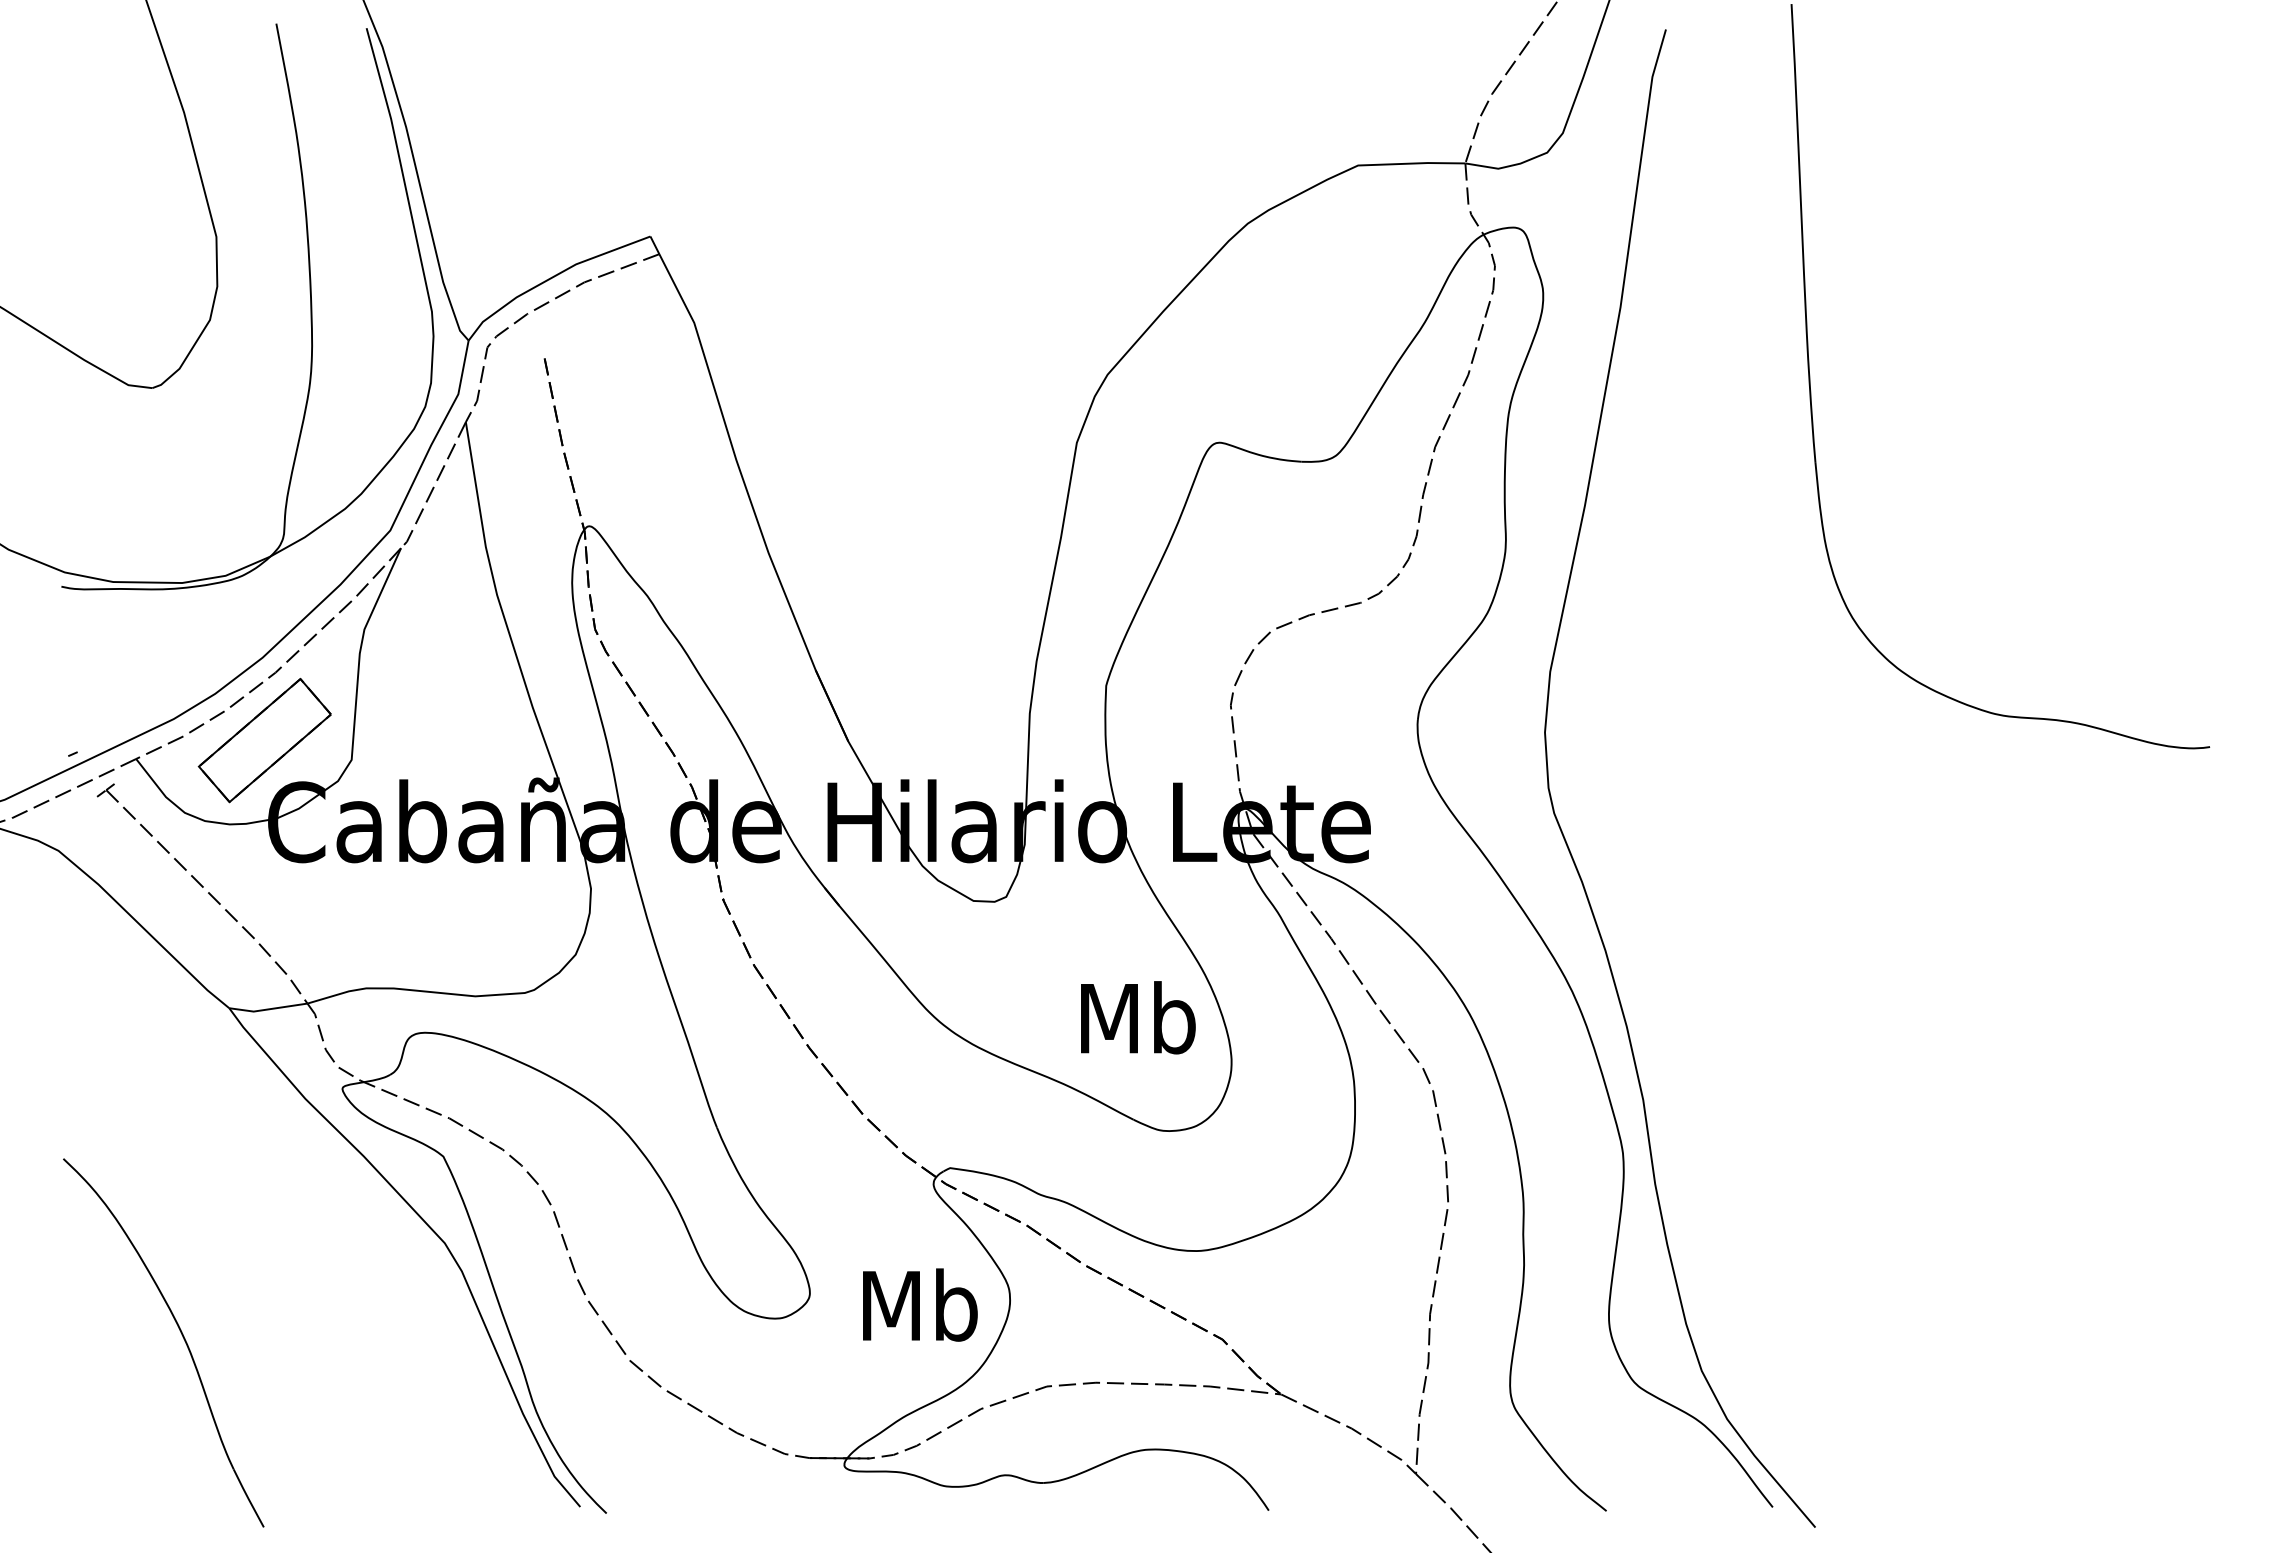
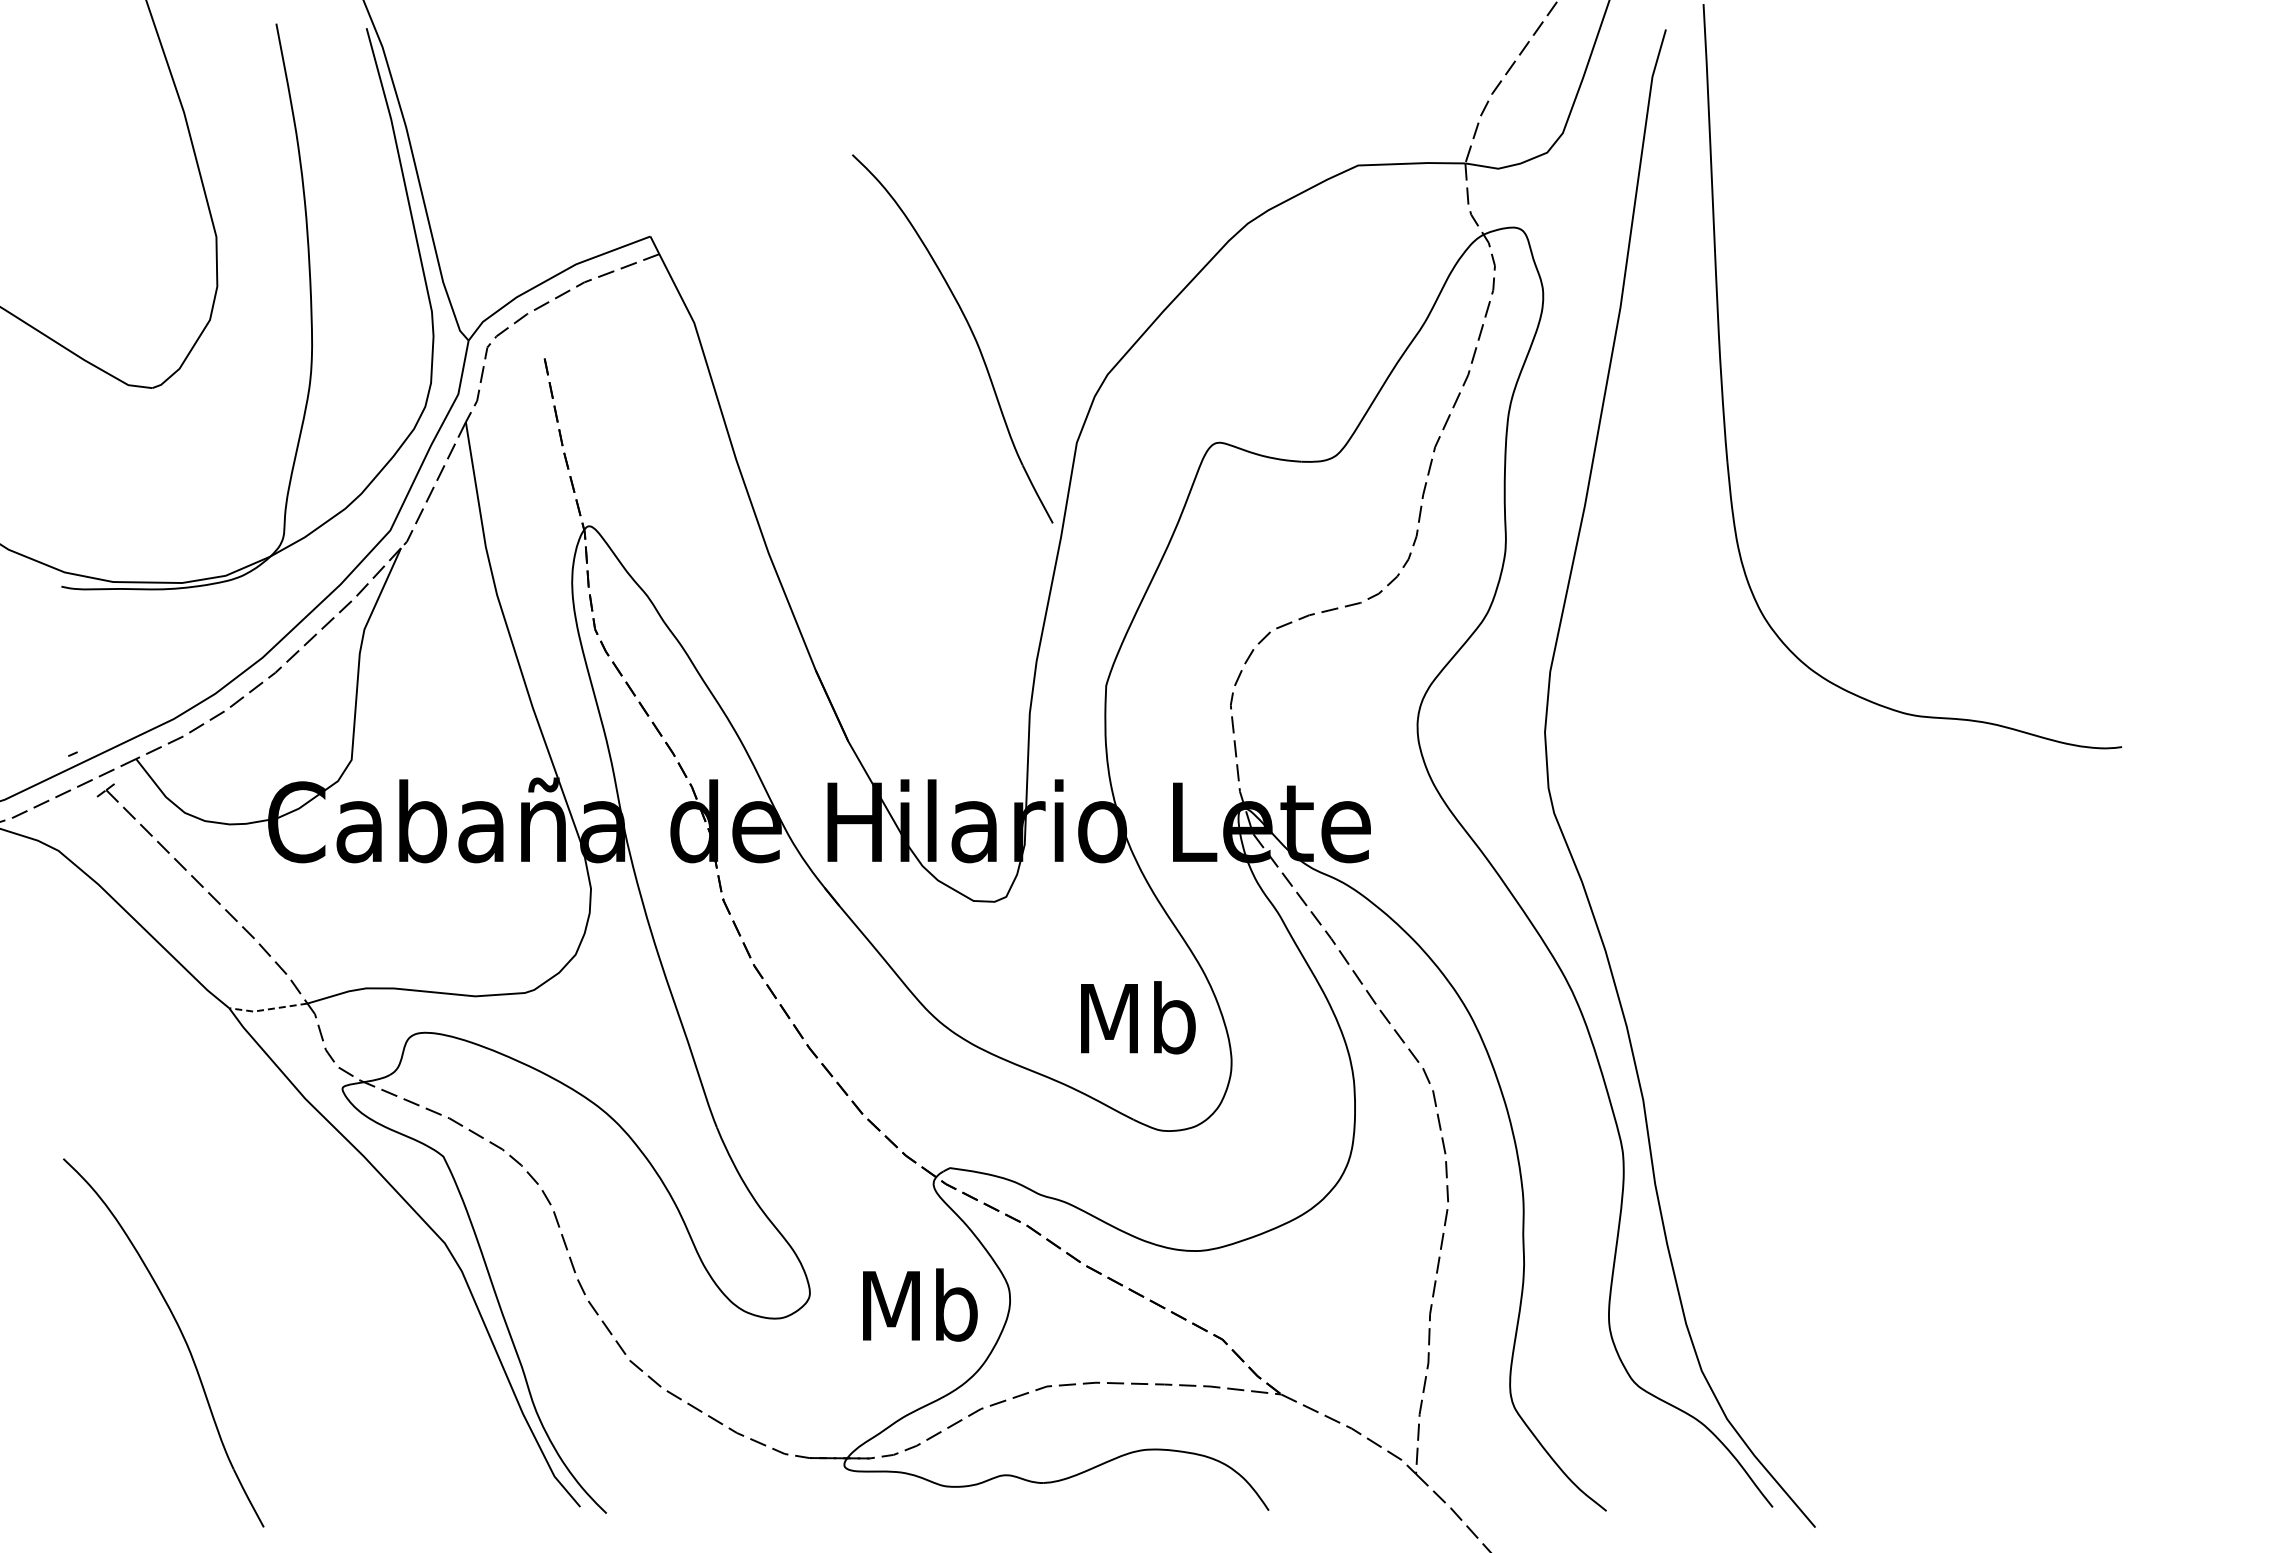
part at (970, 331): none -> present
part at (1811, 390) position: (1811, 390) -> (1723, 390)
part at (264, 740): present -> none
line at (267, 1009): solid -> dashed
